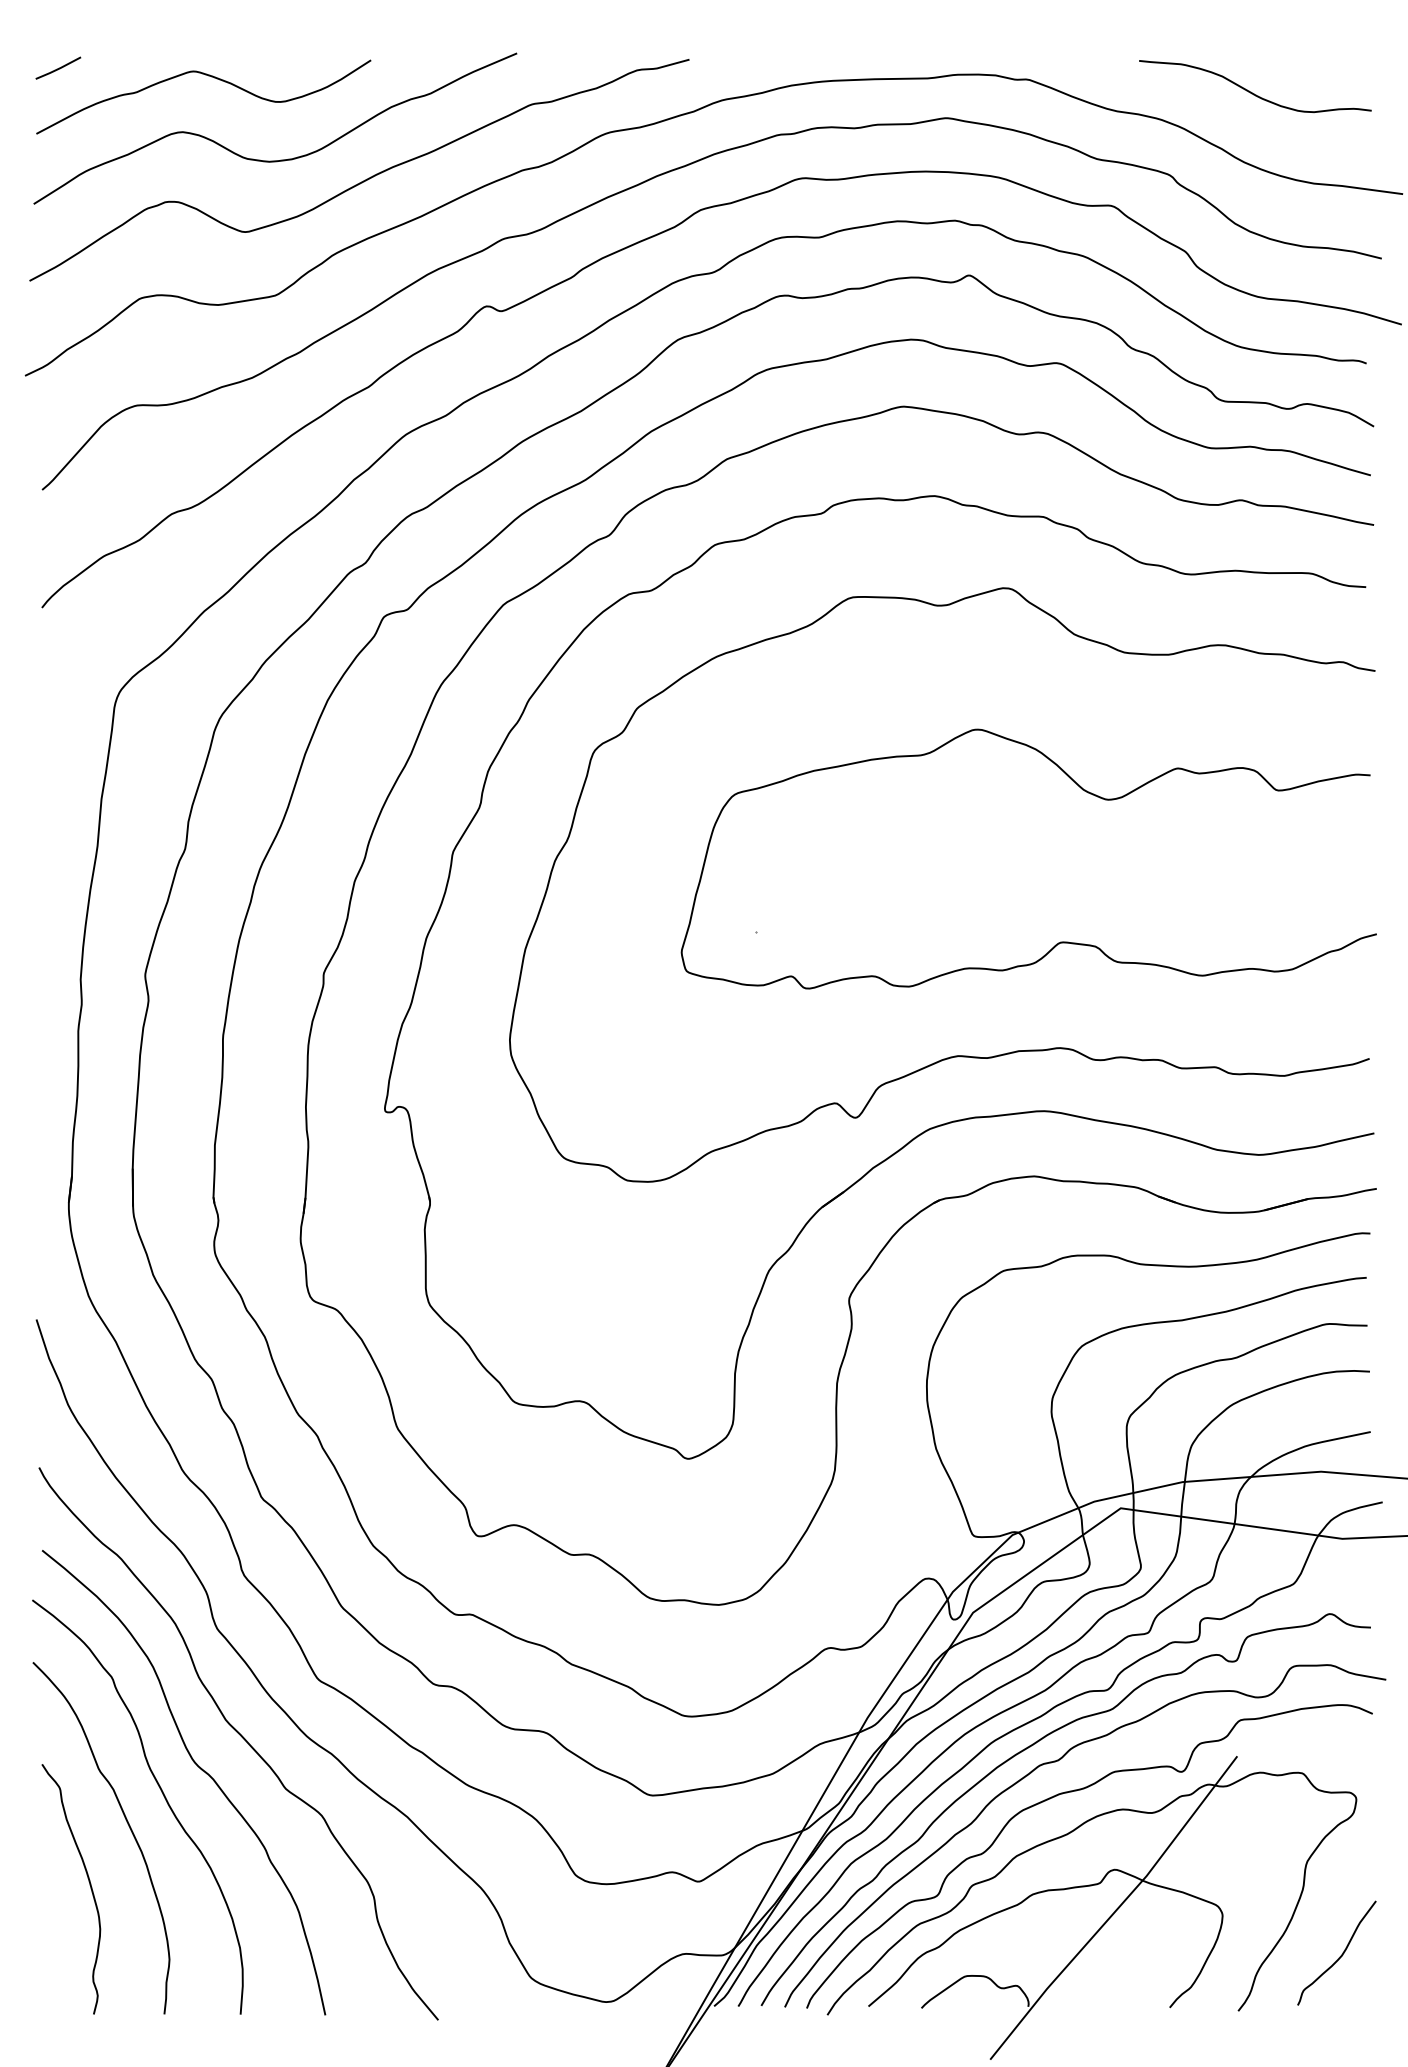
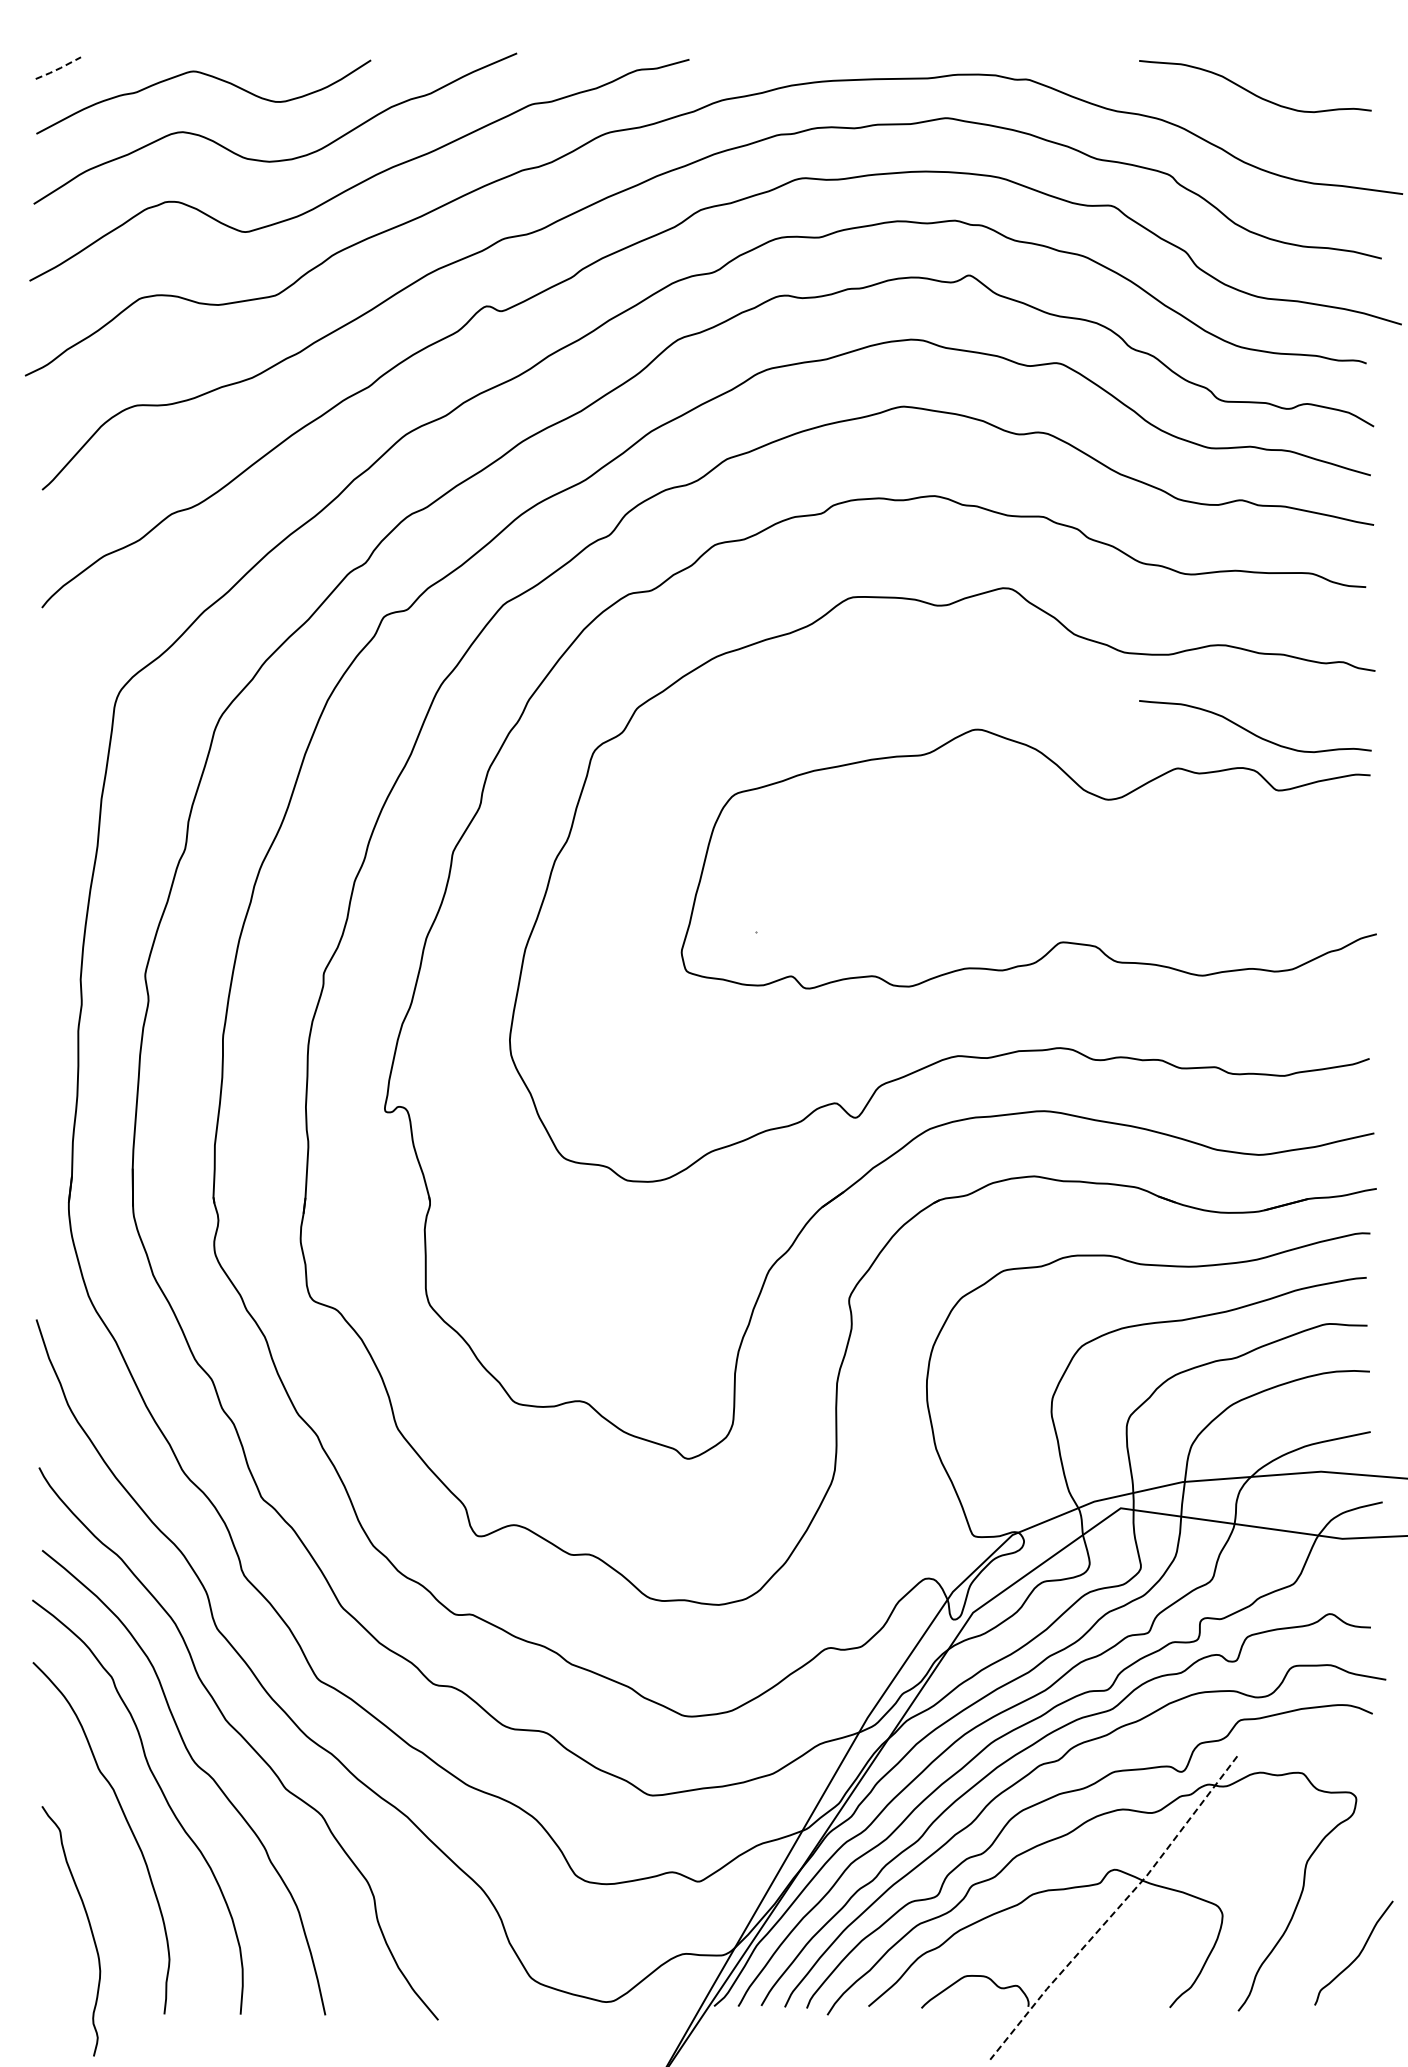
line at (59, 68): solid -> dashed
curve at (1251, 731): none -> present
curve at (89, 1885) position: (89, 1885) -> (89, 1927)
line at (1116, 1910): solid -> dashed
curve at (1340, 1955) position: (1340, 1955) -> (1357, 1955)
